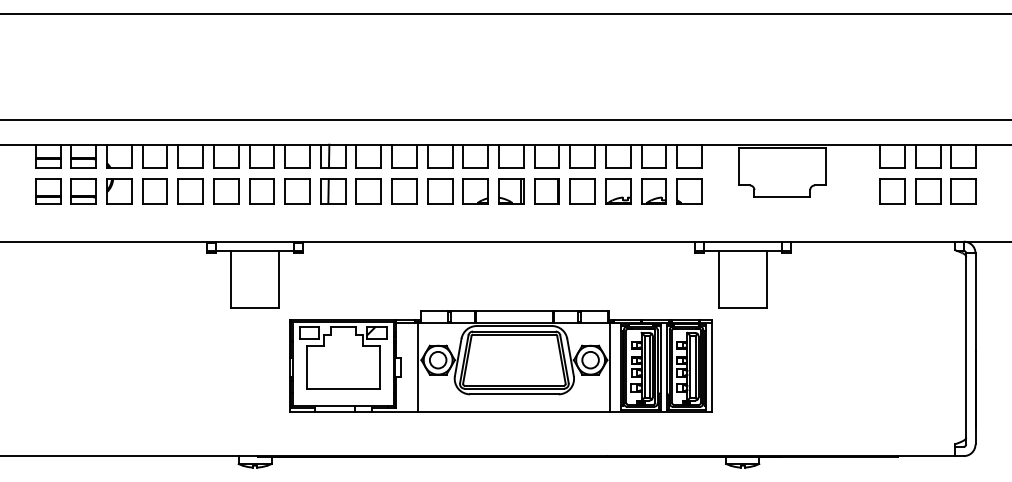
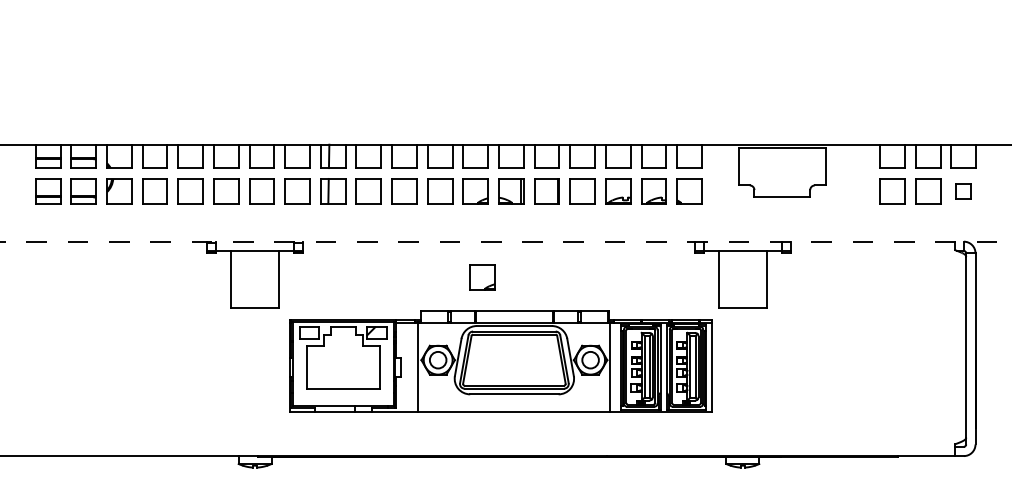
line at (505, 14): present -> none
line at (505, 119): present -> none
part at (963, 191) size: 27x27 px -> 17x17 px
line at (506, 241): solid -> dashed
part at (482, 277): none -> present
